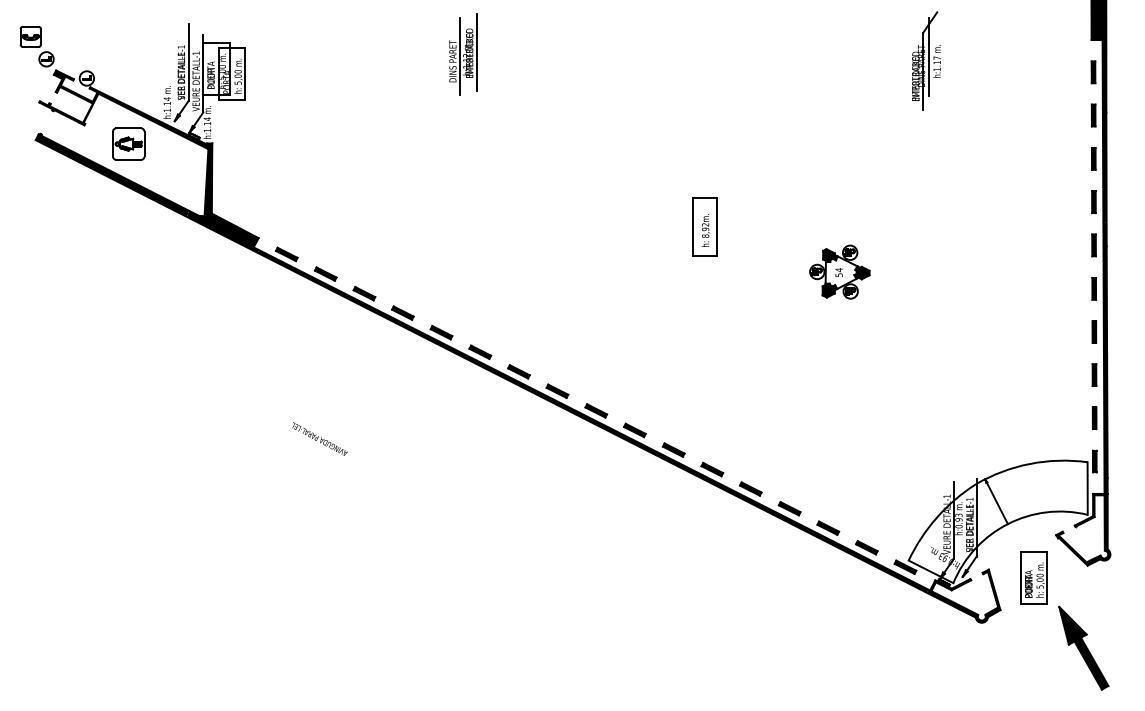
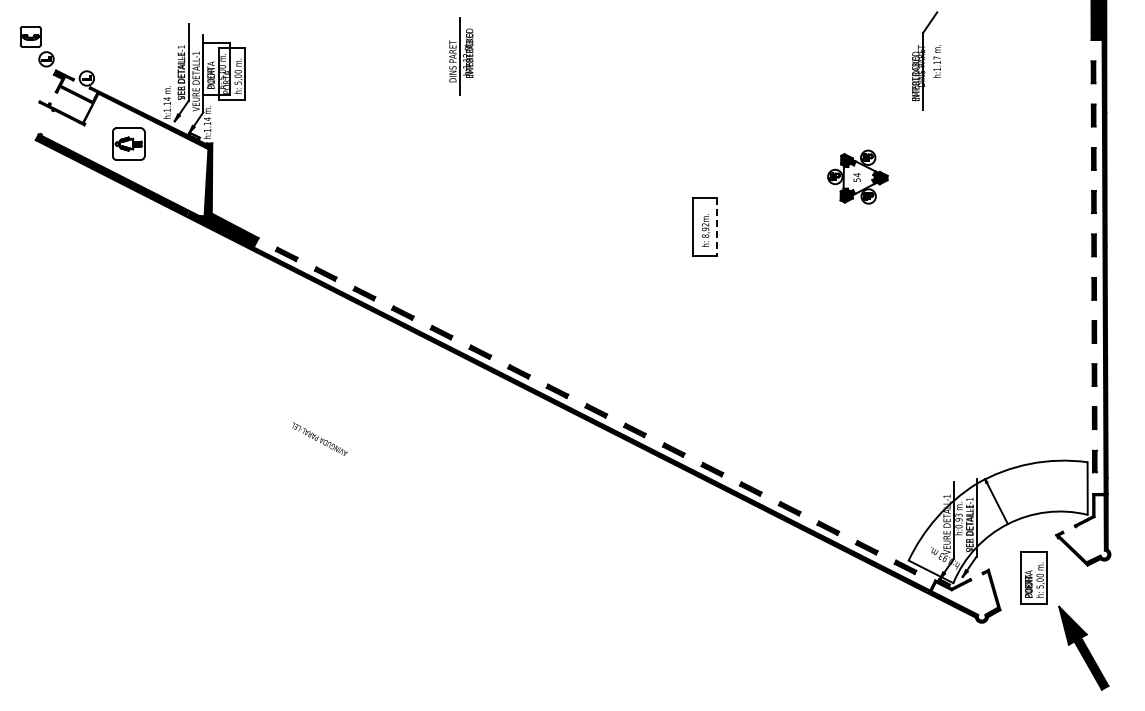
line at (476, 51): present -> none
line at (929, 56): present -> none
line at (717, 227): solid -> dashed
part at (839, 271) position: (839, 271) -> (857, 176)
